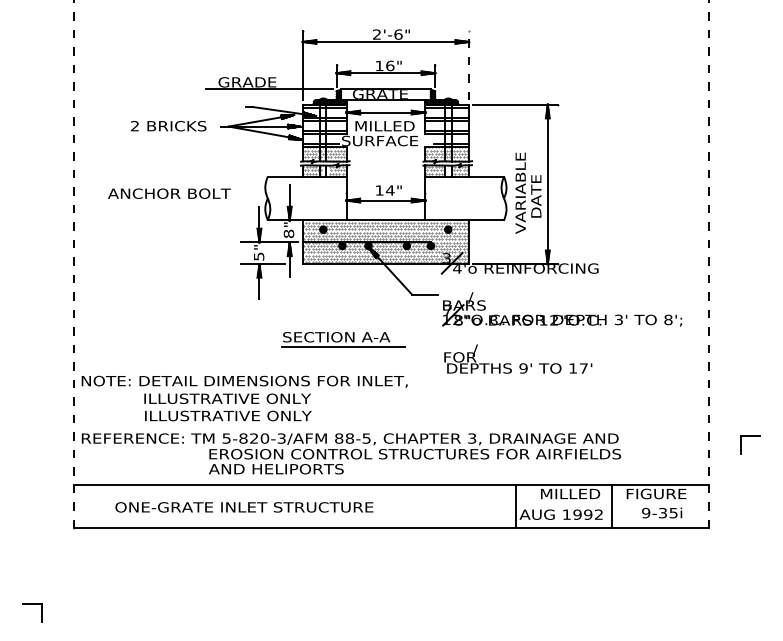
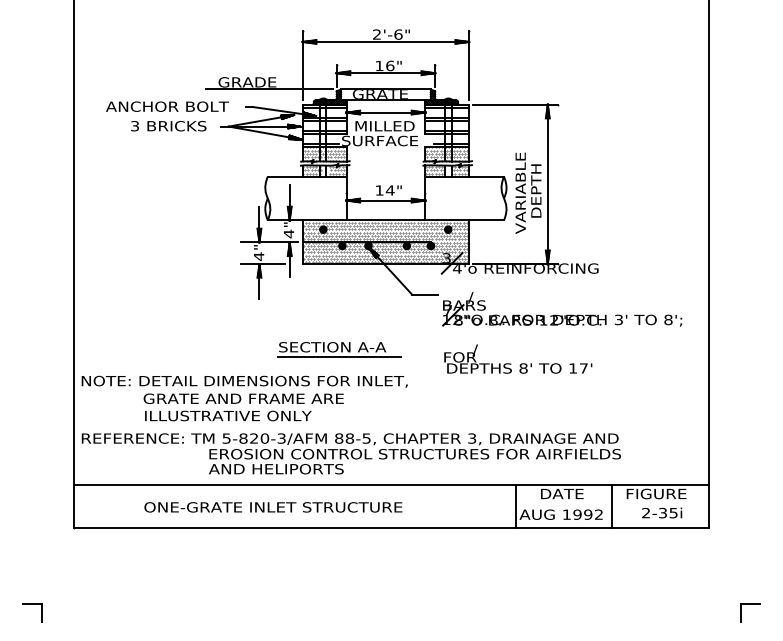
line at (469, 65): dashed -> solid
text at (134, 126): 2 -> 3
text at (536, 184): DATE -> DEPTH
text at (169, 193) position: (169, 193) -> (167, 106)
text at (288, 233): 8" -> 4"
text at (259, 256): 5" -> 4"
line at (74, 264): dashed -> solid
line at (708, 264): dashed -> solid
part at (343, 339) position: (343, 339) -> (339, 349)
text at (523, 368): 9' -> 8'
text at (243, 398): ILLUSTRATIVE ONLY -> GRATE AND FRAME ARE
part at (750, 436) position: (750, 436) -> (750, 604)
text at (571, 493): MILLED -> DATE
text at (244, 507) position: (244, 507) -> (273, 507)
text at (646, 513): 9-35i -> 2-35i
